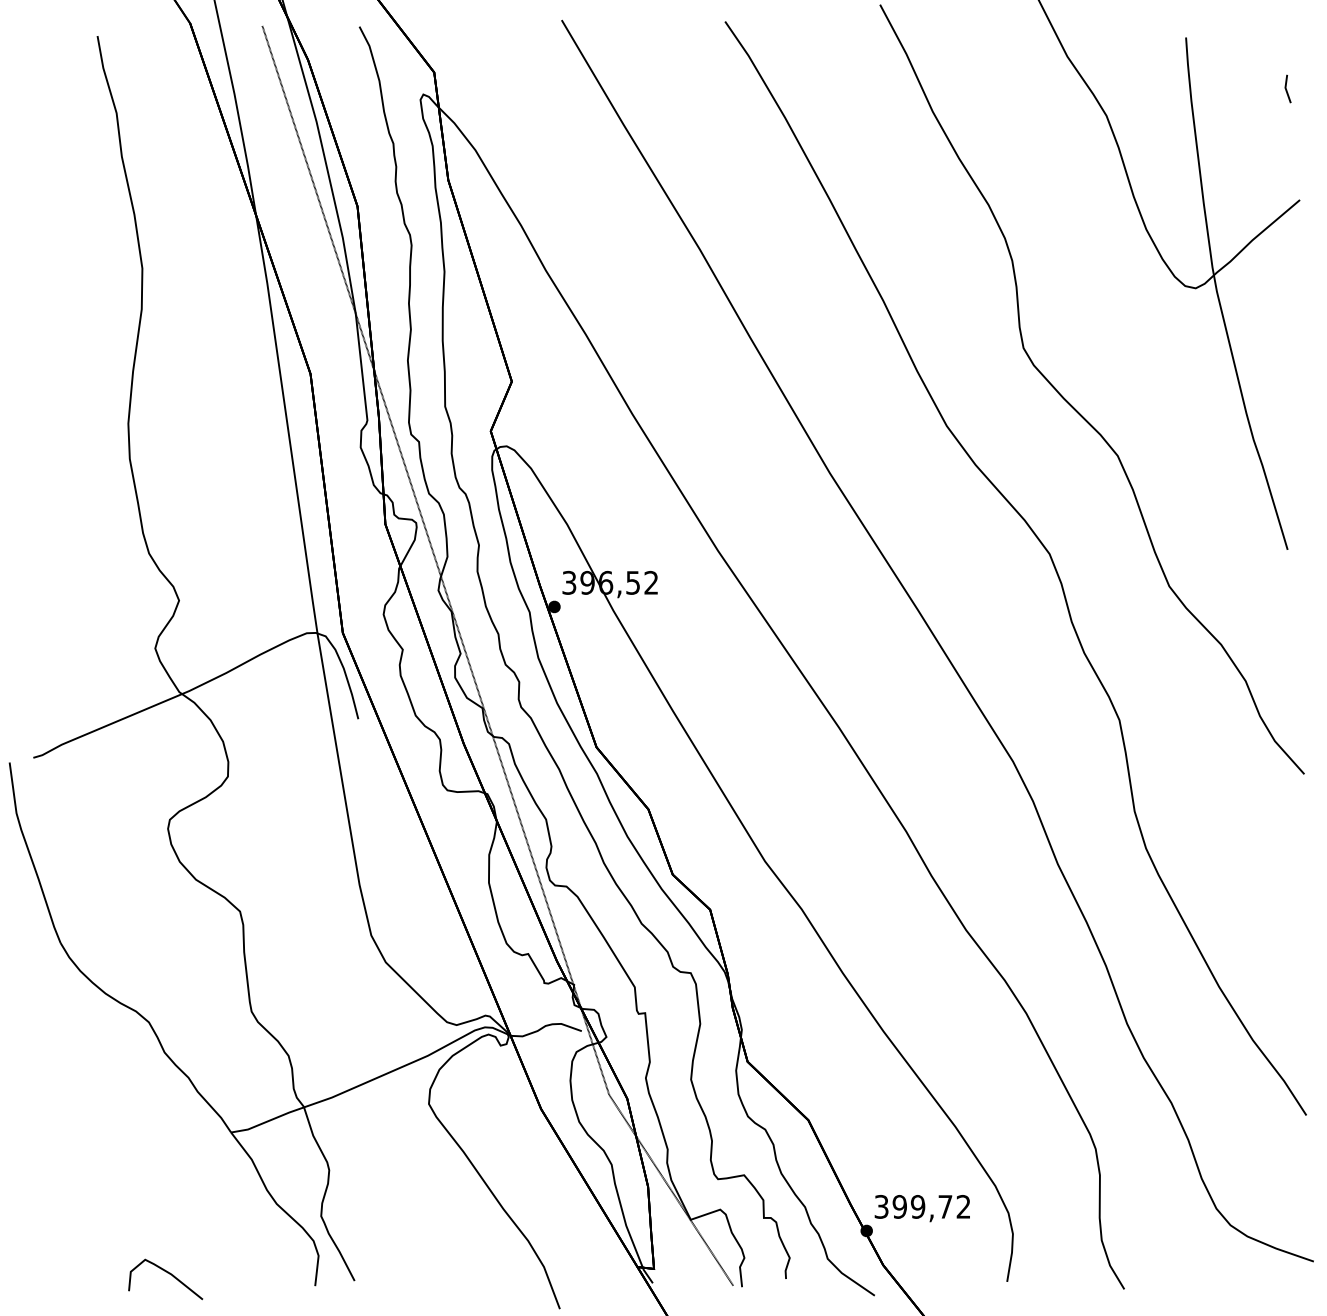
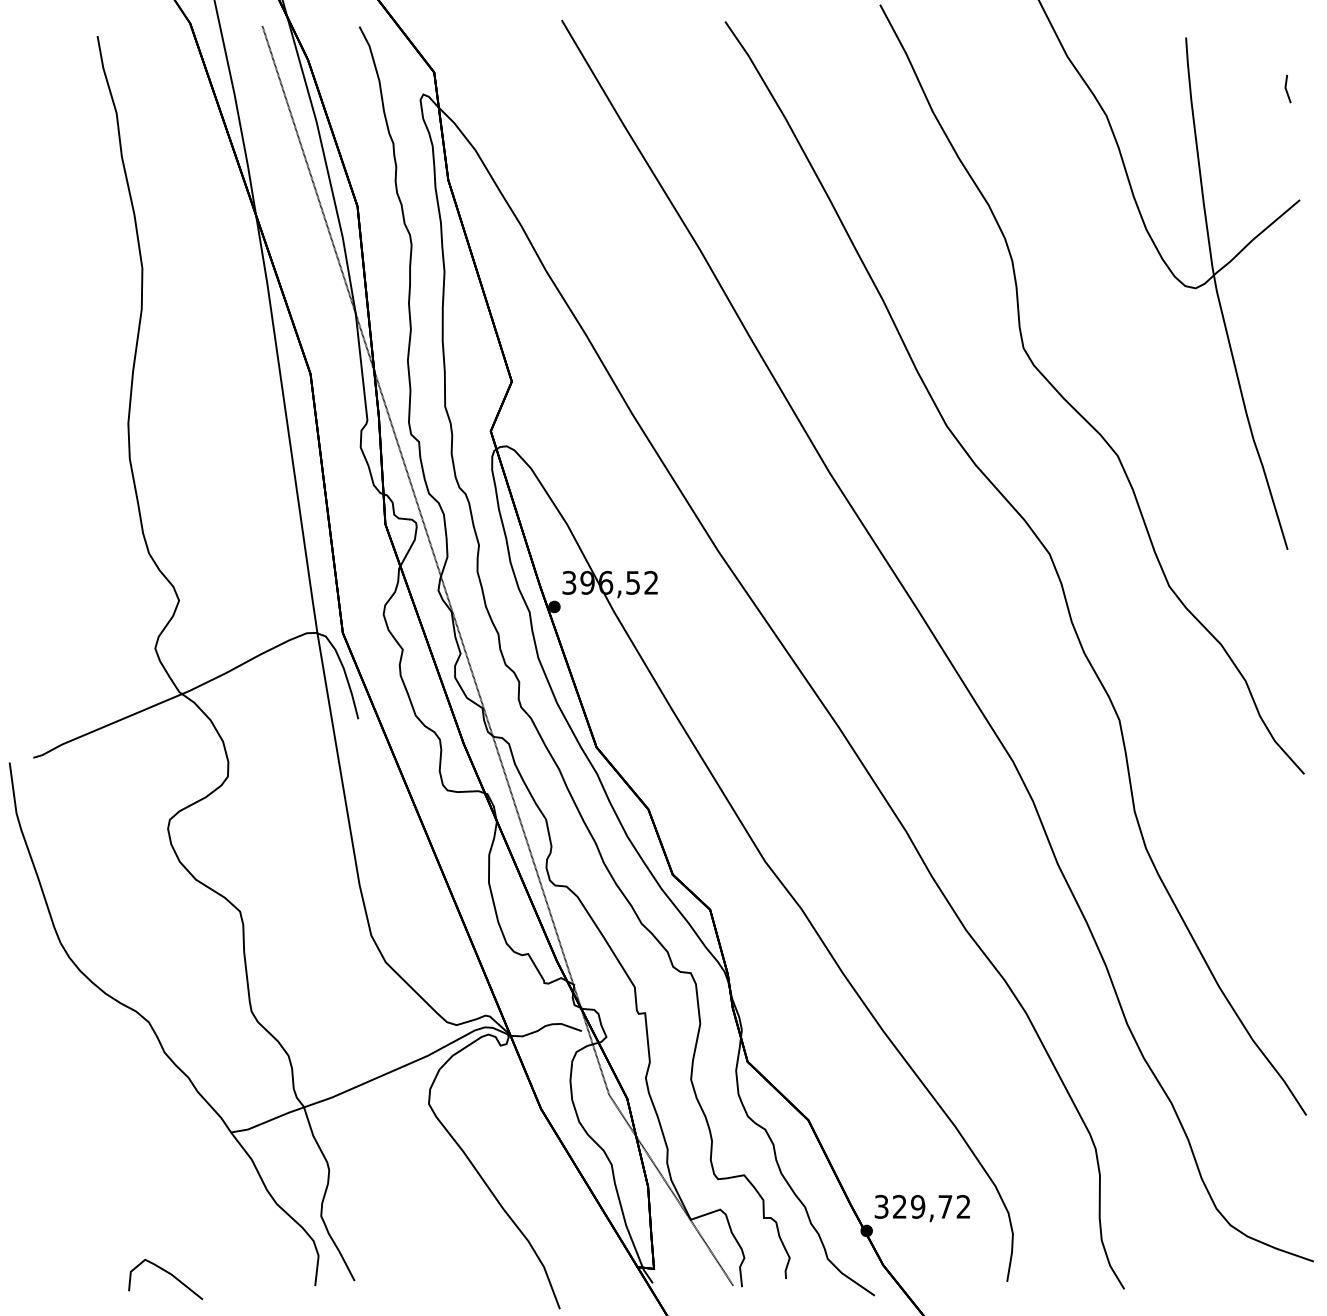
text at (899, 1206): 399,72 -> 329,72
